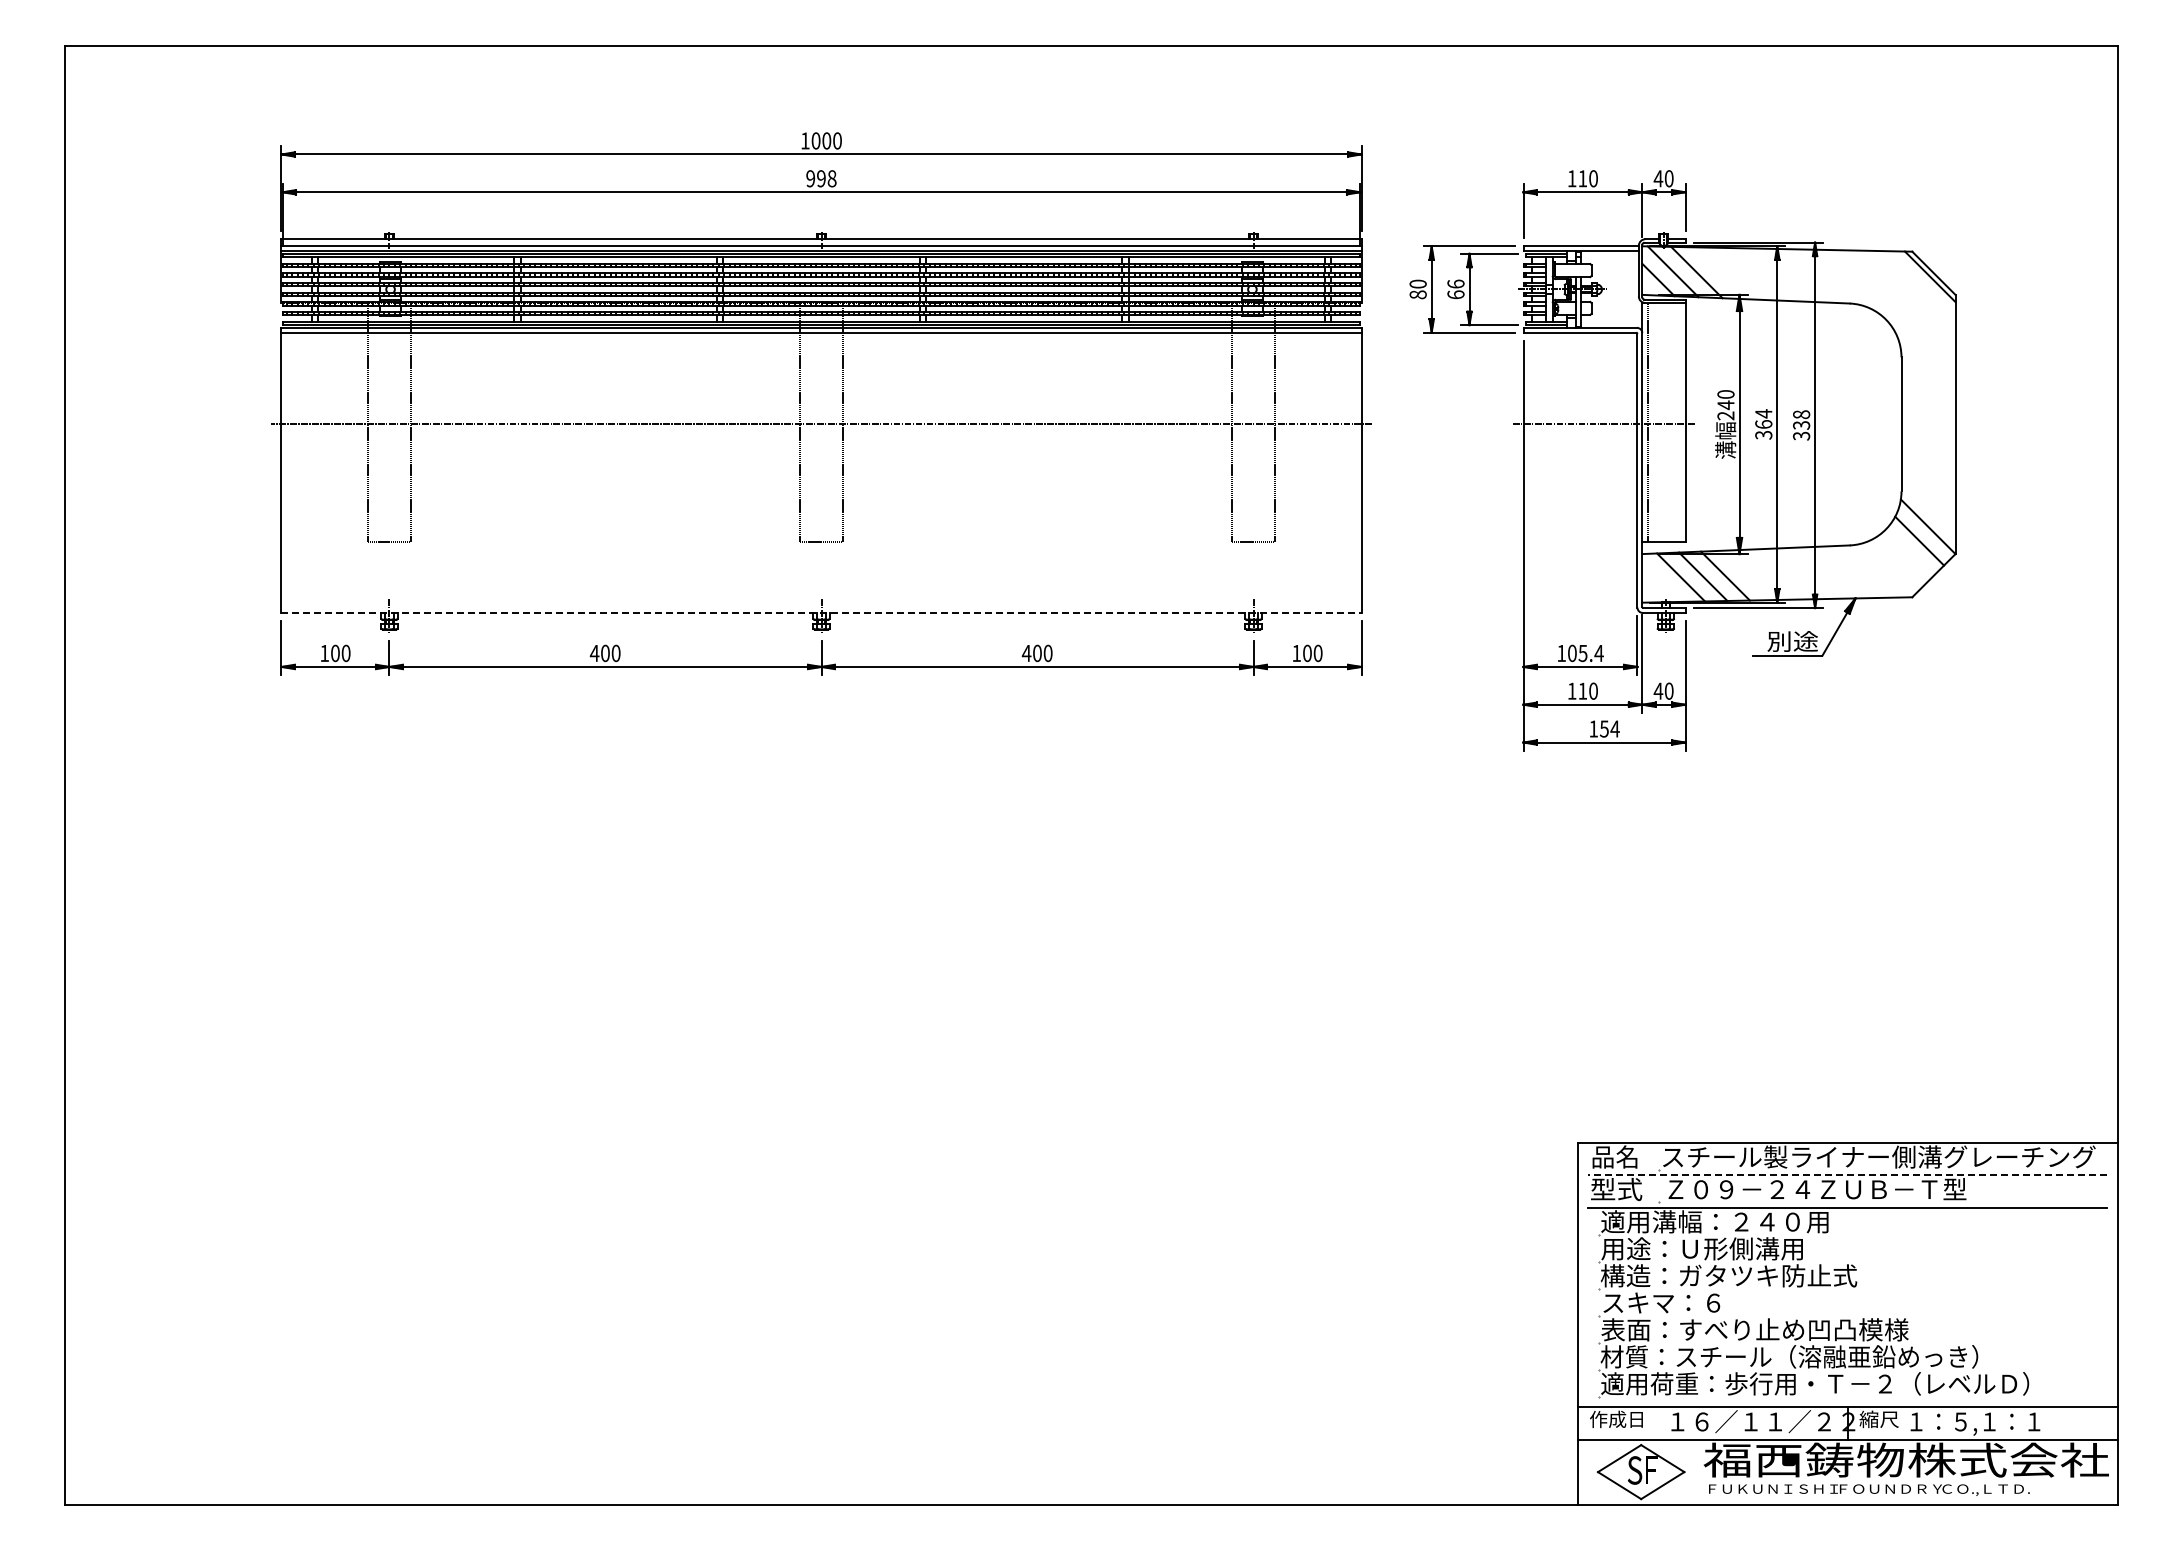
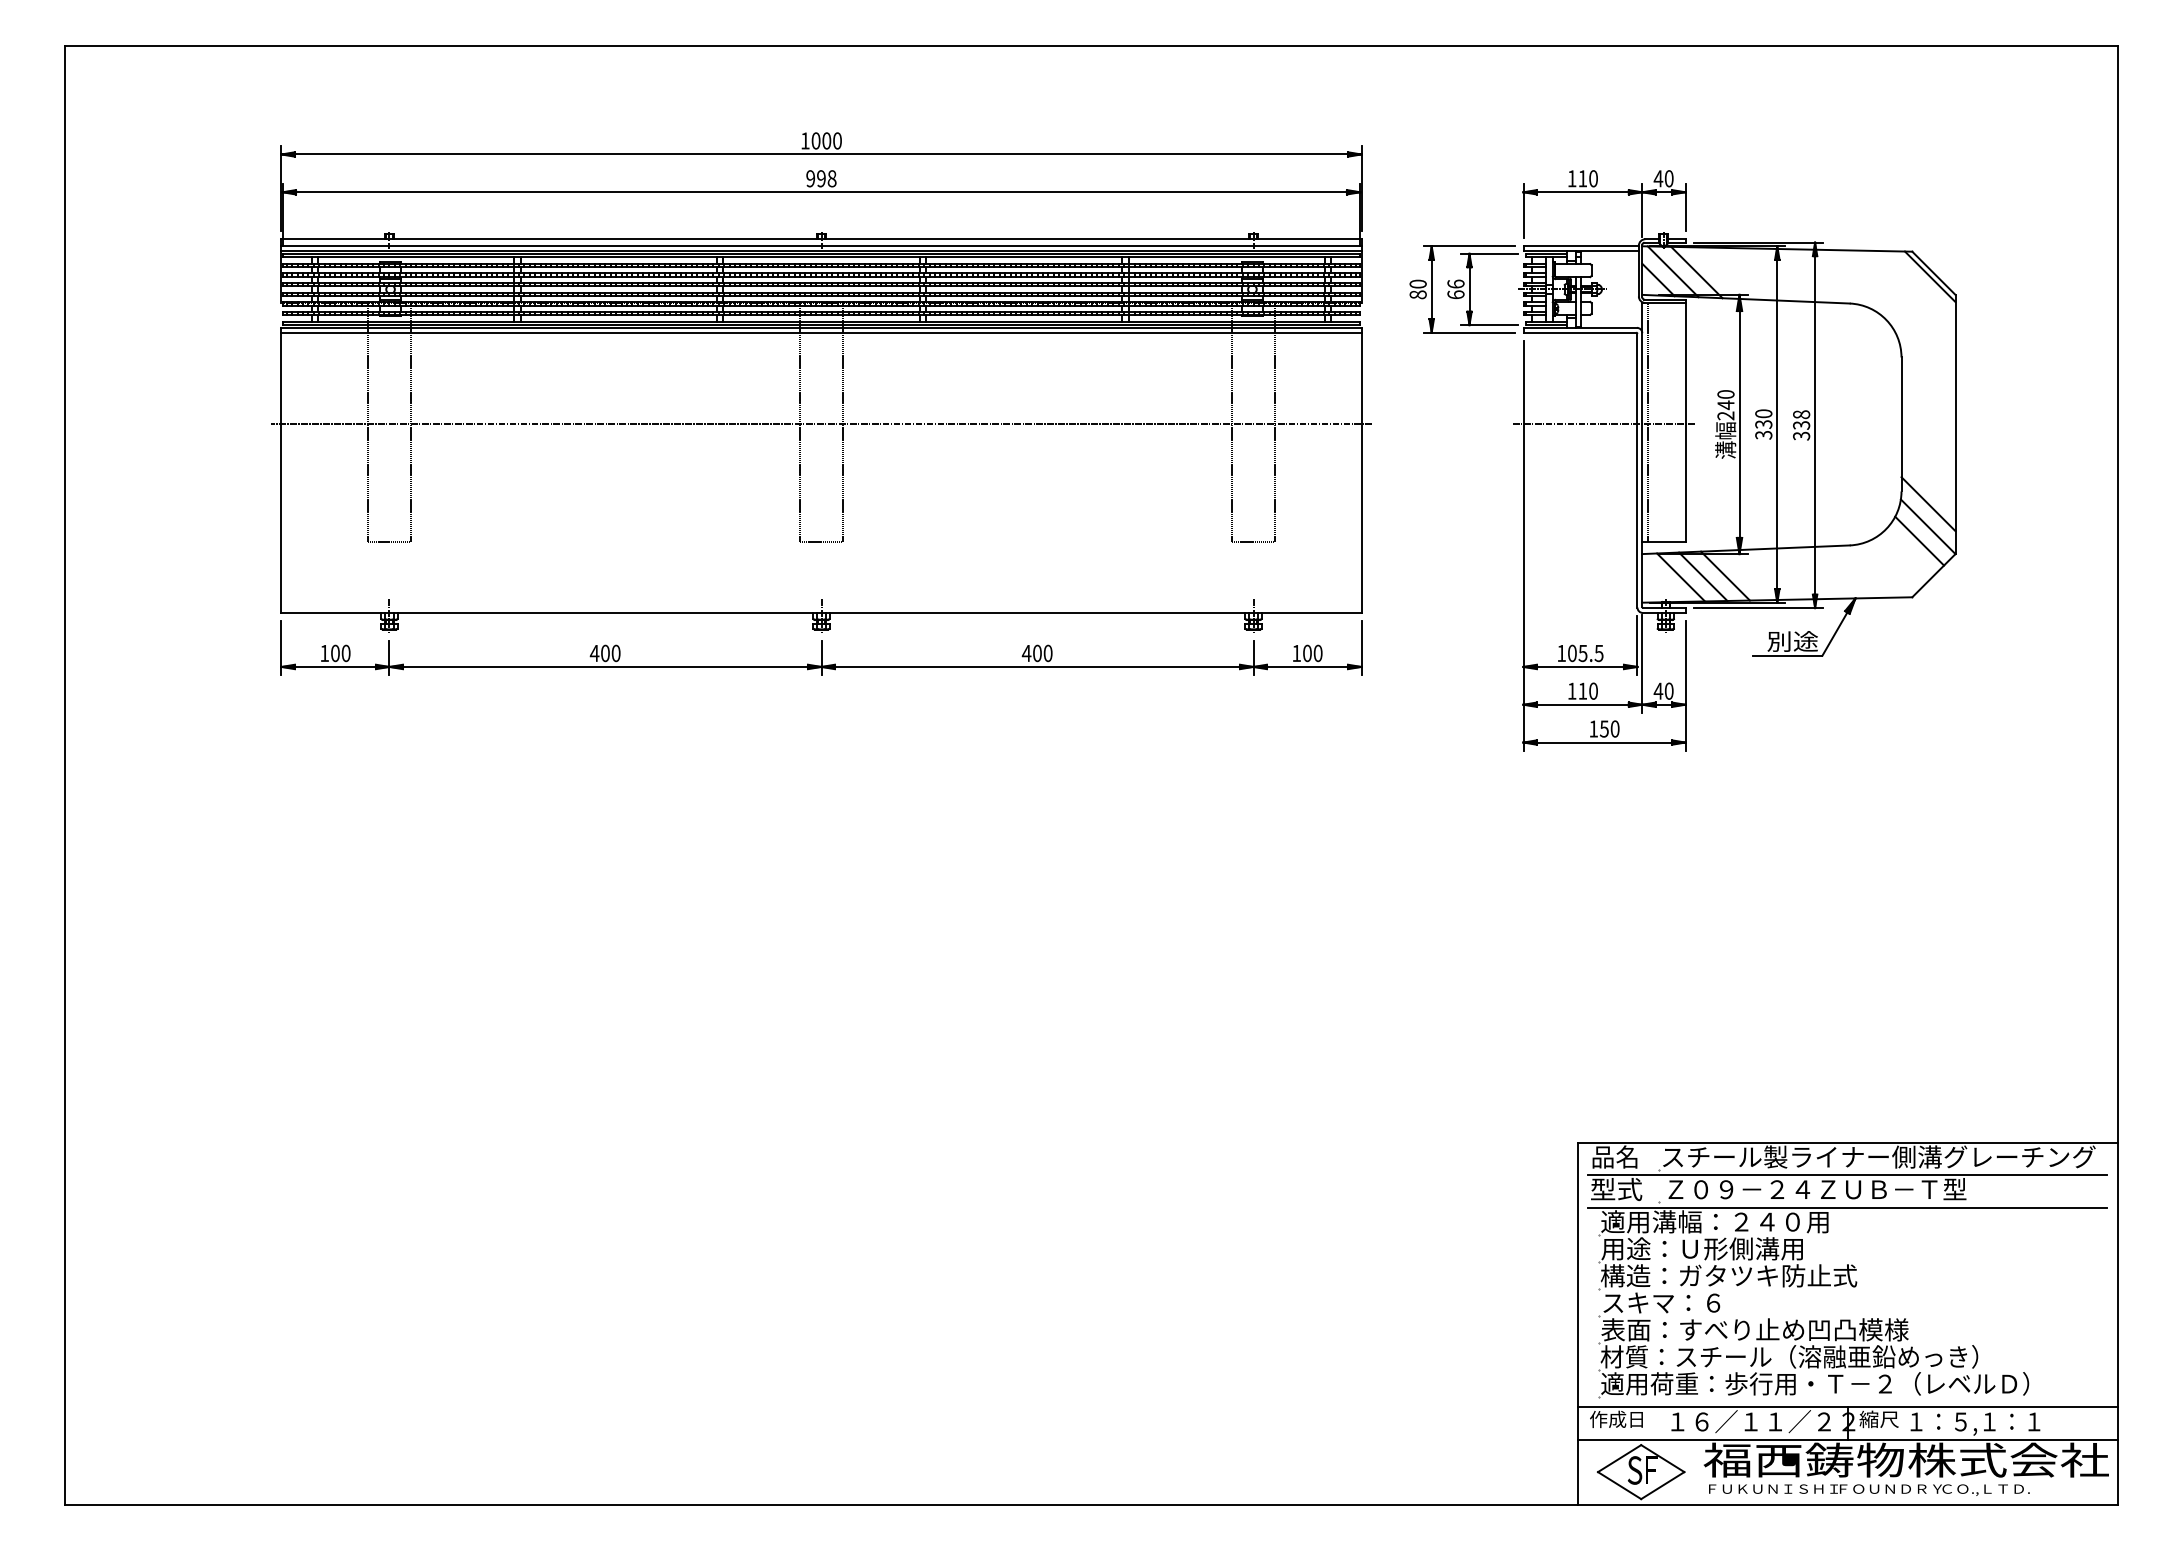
text at (1763, 418): 364 -> 330
line at (1928, 504): none -> present
line at (821, 612): dashed -> solid
text at (1598, 653): 105.4 -> 105.5
text at (1614, 728): 154 -> 150
line at (1847, 1175): dashed -> solid
